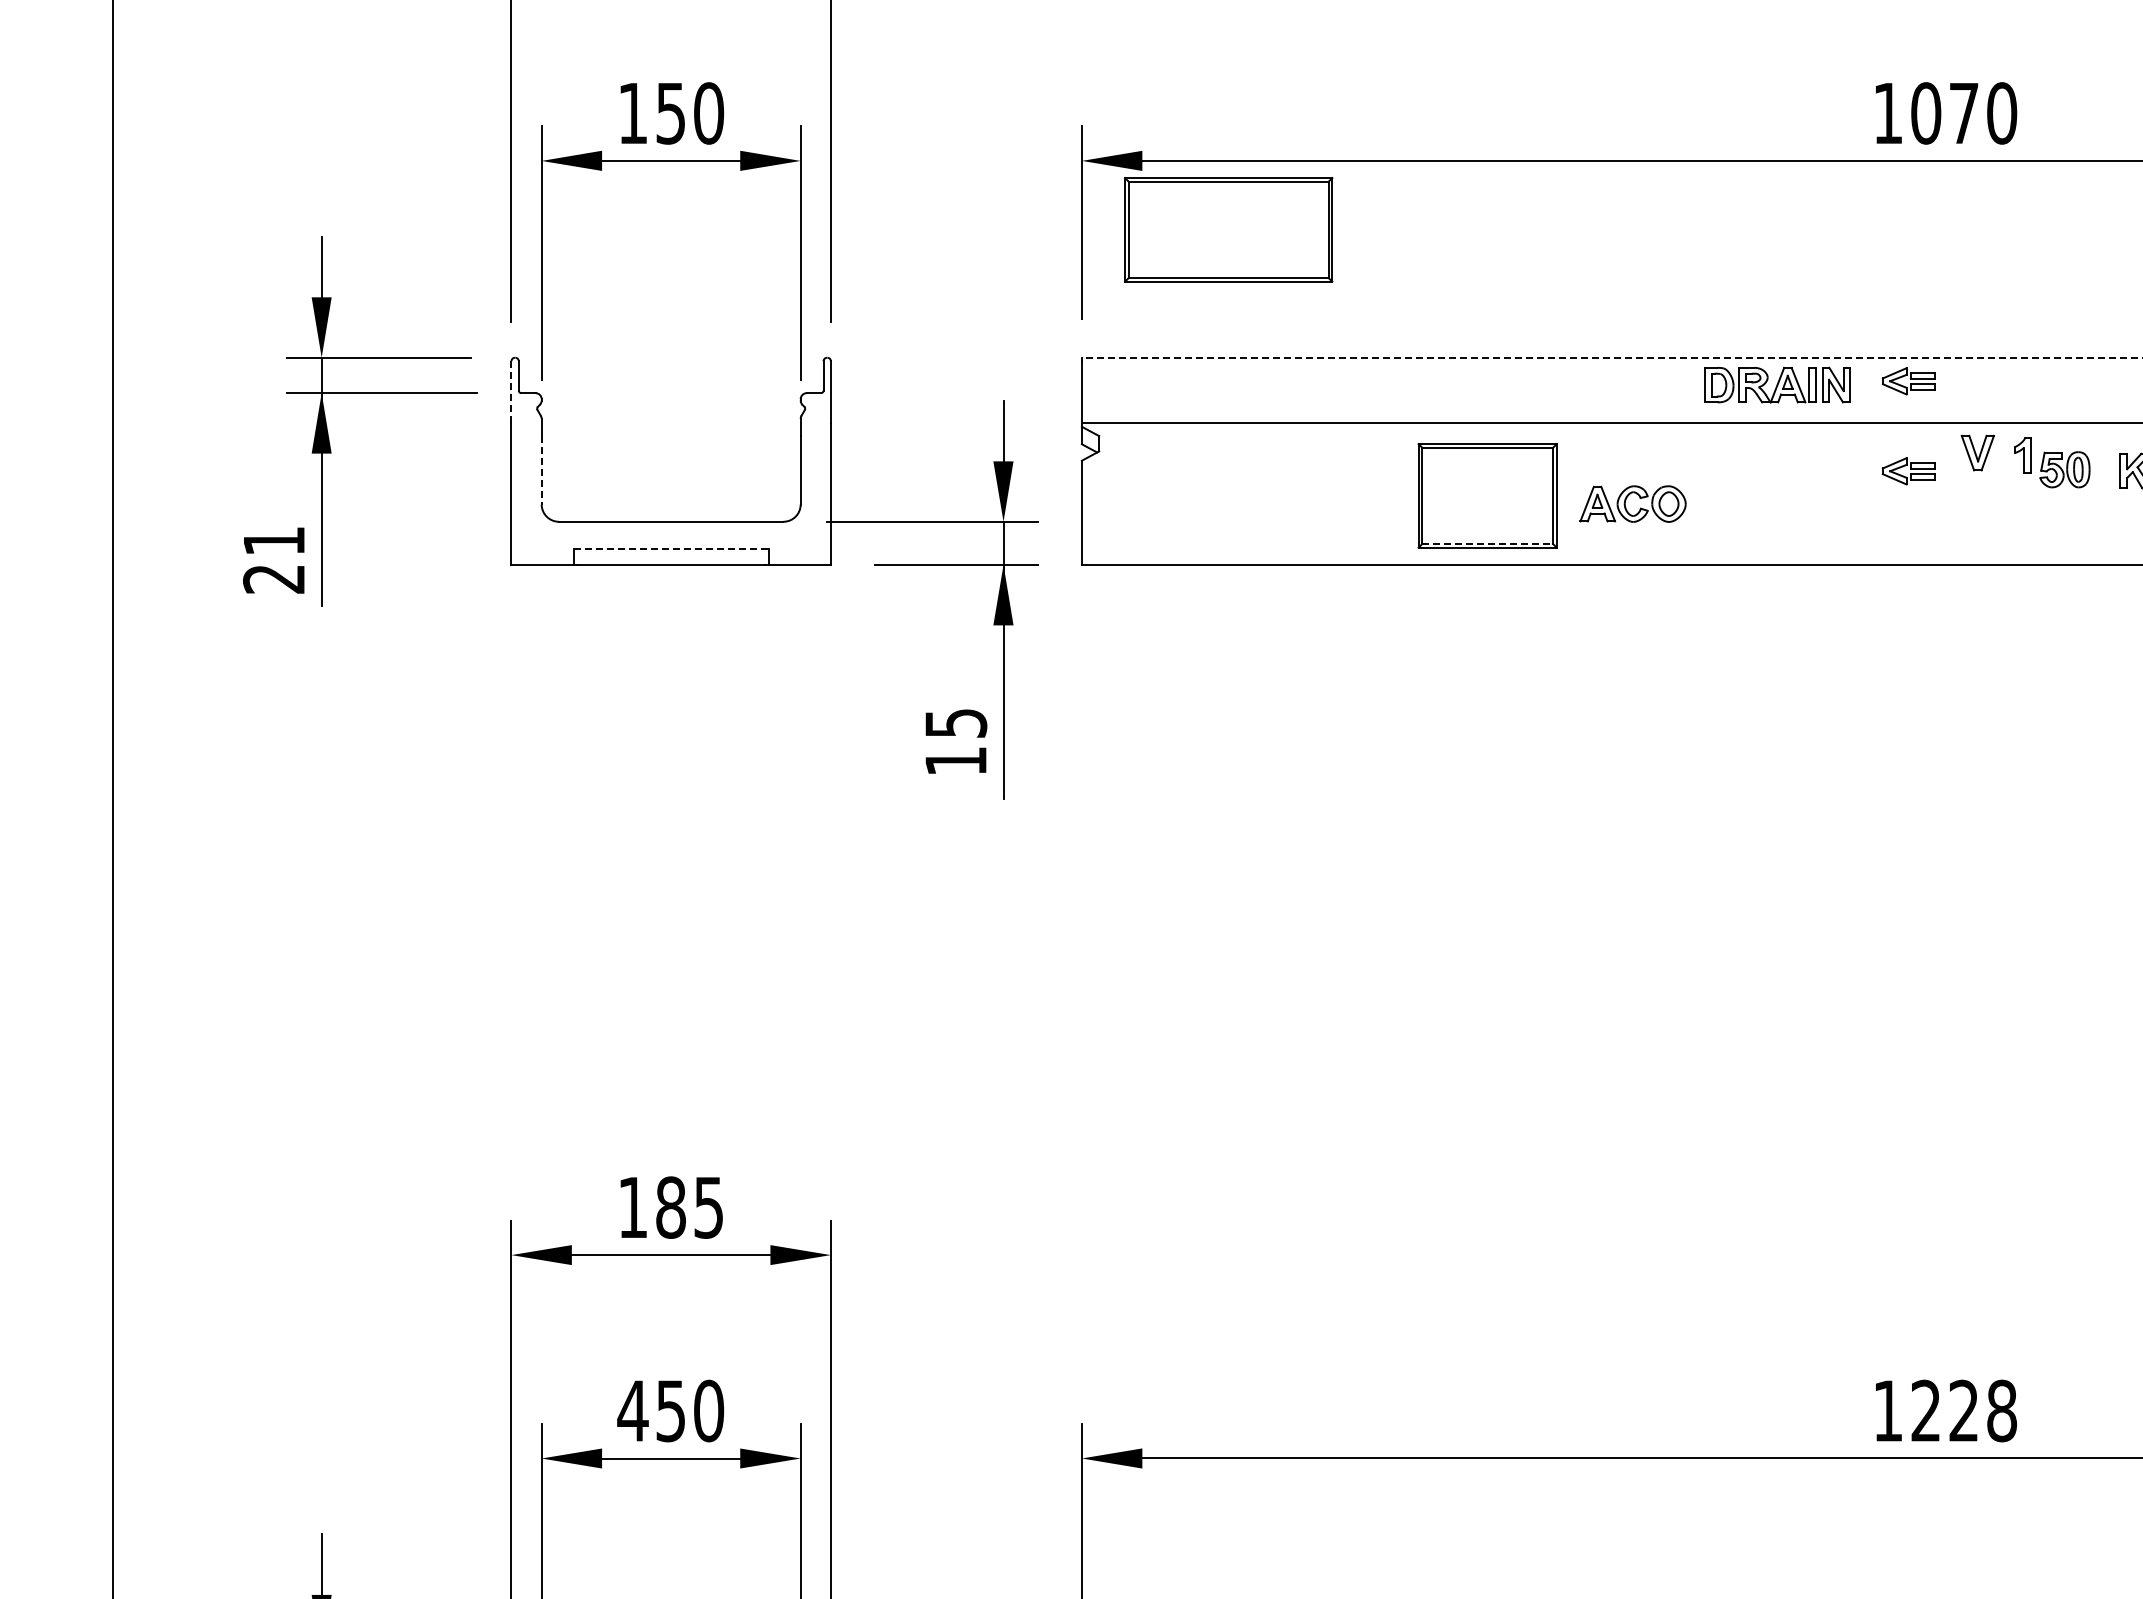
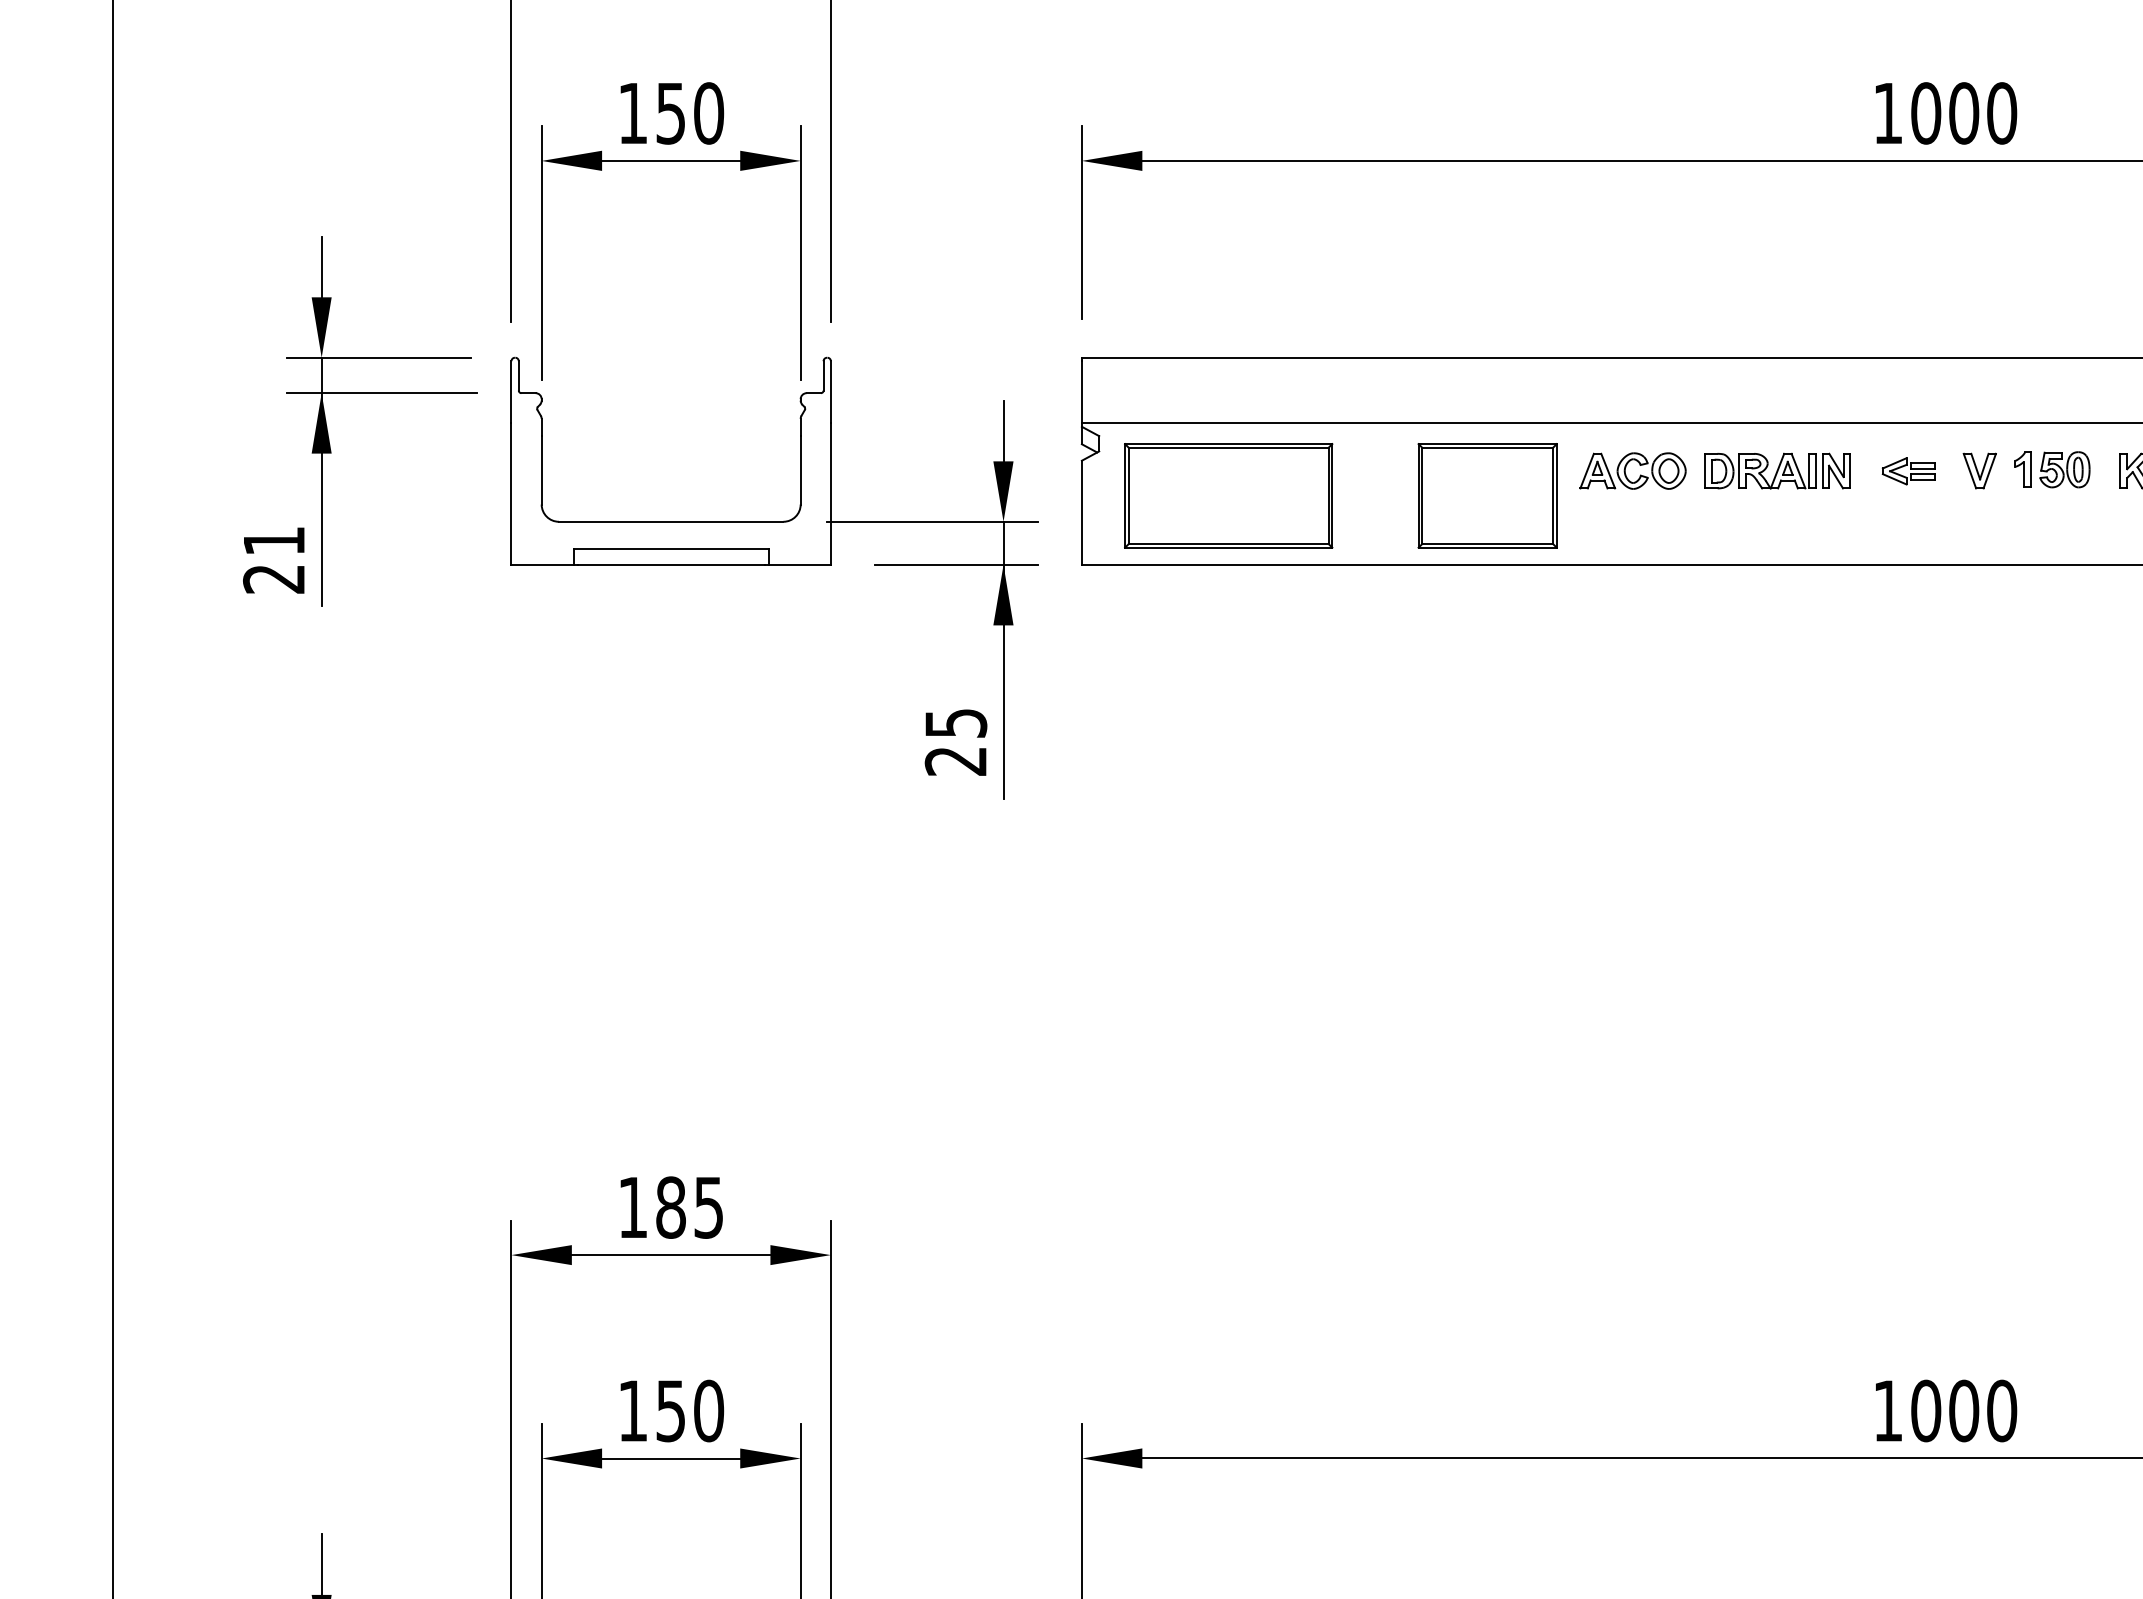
text at (1964, 113): 1070 -> 1000
part at (1228, 229) position: (1228, 229) -> (1228, 495)
line at (1611, 357): dashed -> solid
part at (1908, 381): present -> none
part at (1777, 384) position: (1777, 384) -> (1777, 470)
line at (511, 391): dashed -> solid
part at (1977, 452) position: (1977, 452) -> (1979, 470)
part at (2022, 455) position: (2022, 455) -> (2022, 469)
line at (541, 470): dashed -> solid
part at (1626, 500) position: (1626, 500) -> (1626, 467)
line at (1488, 543): dashed -> solid
line at (671, 549): dashed -> solid
text at (955, 761): 15 -> 25
text at (632, 1410): 450 -> 150
text at (1964, 1410): 1228 -> 1000
